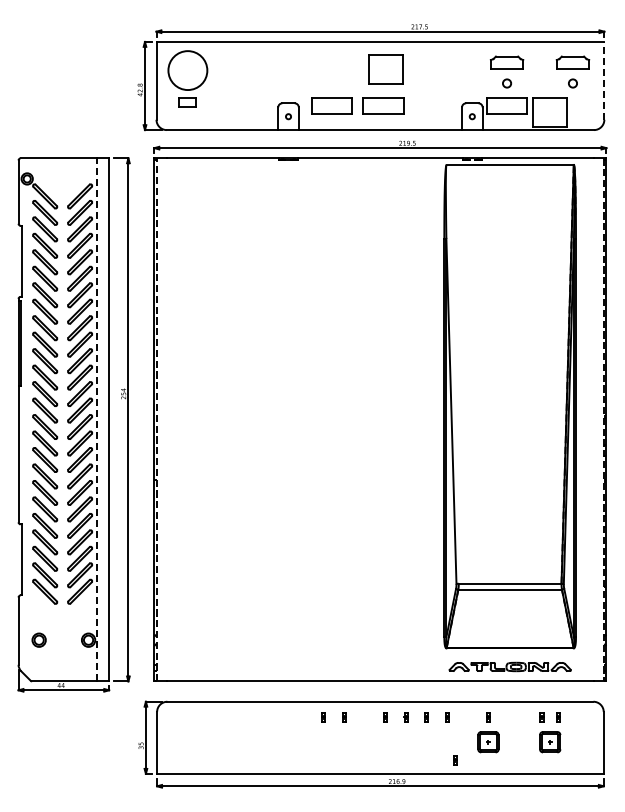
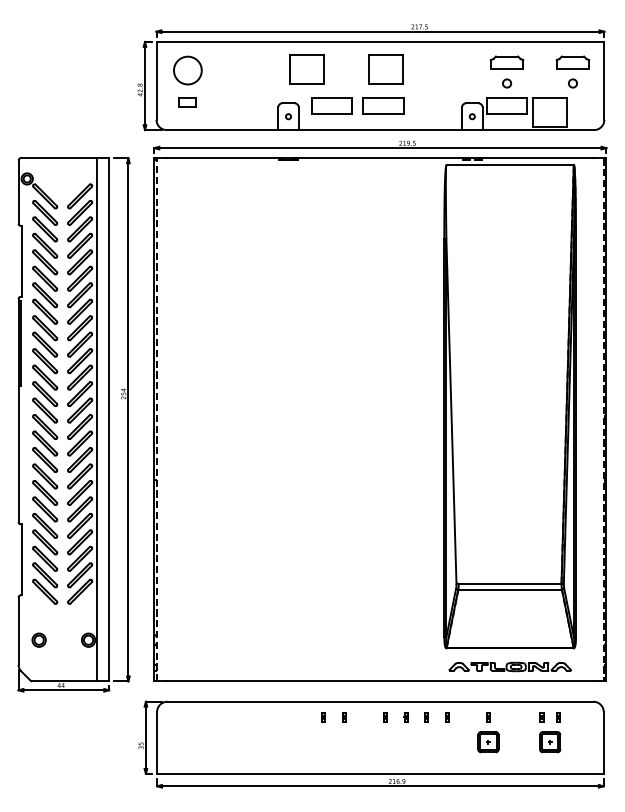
part at (306, 69): none -> present
circle at (187, 70) diameter: 39 px -> 28 px
line at (604, 80): dashed -> solid
line at (96, 419): dashed -> solid
part at (455, 760): present -> none
